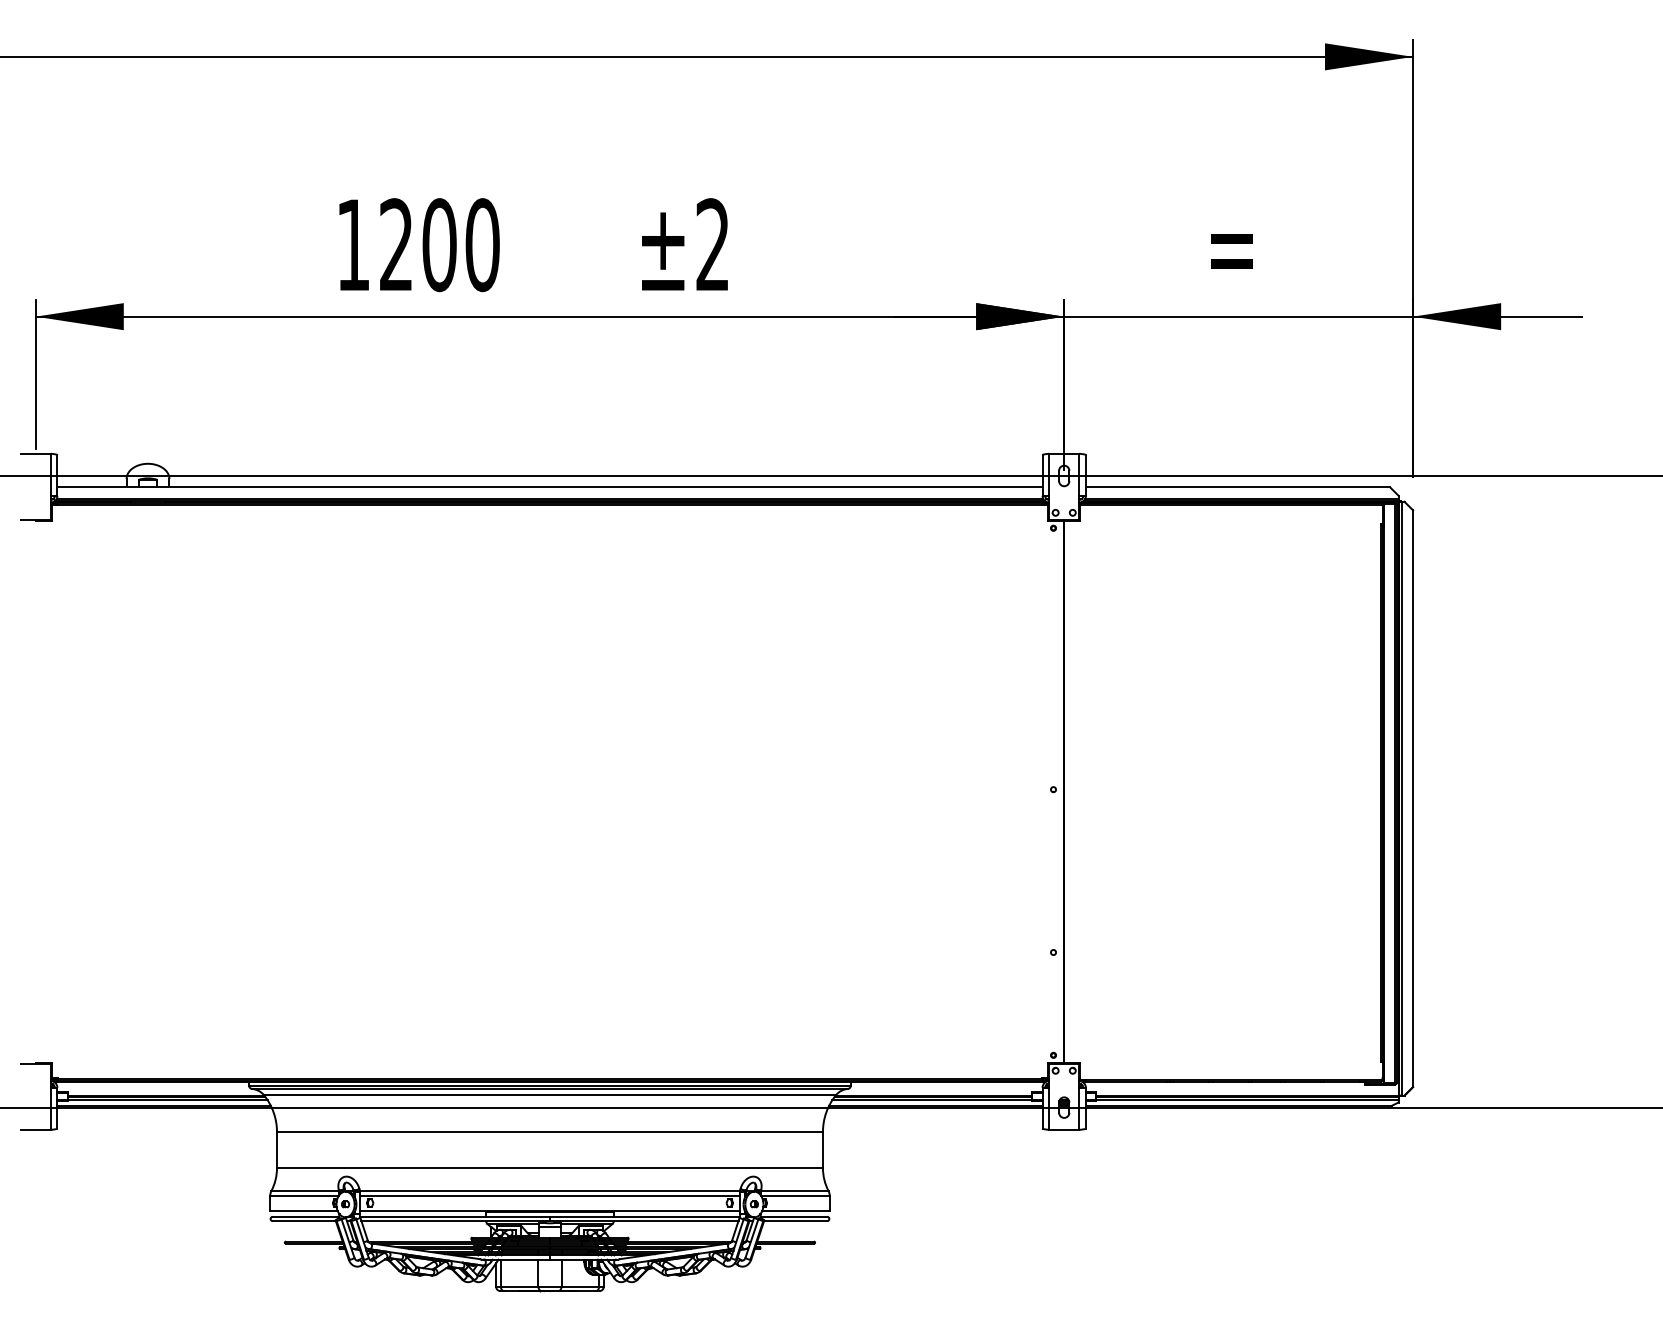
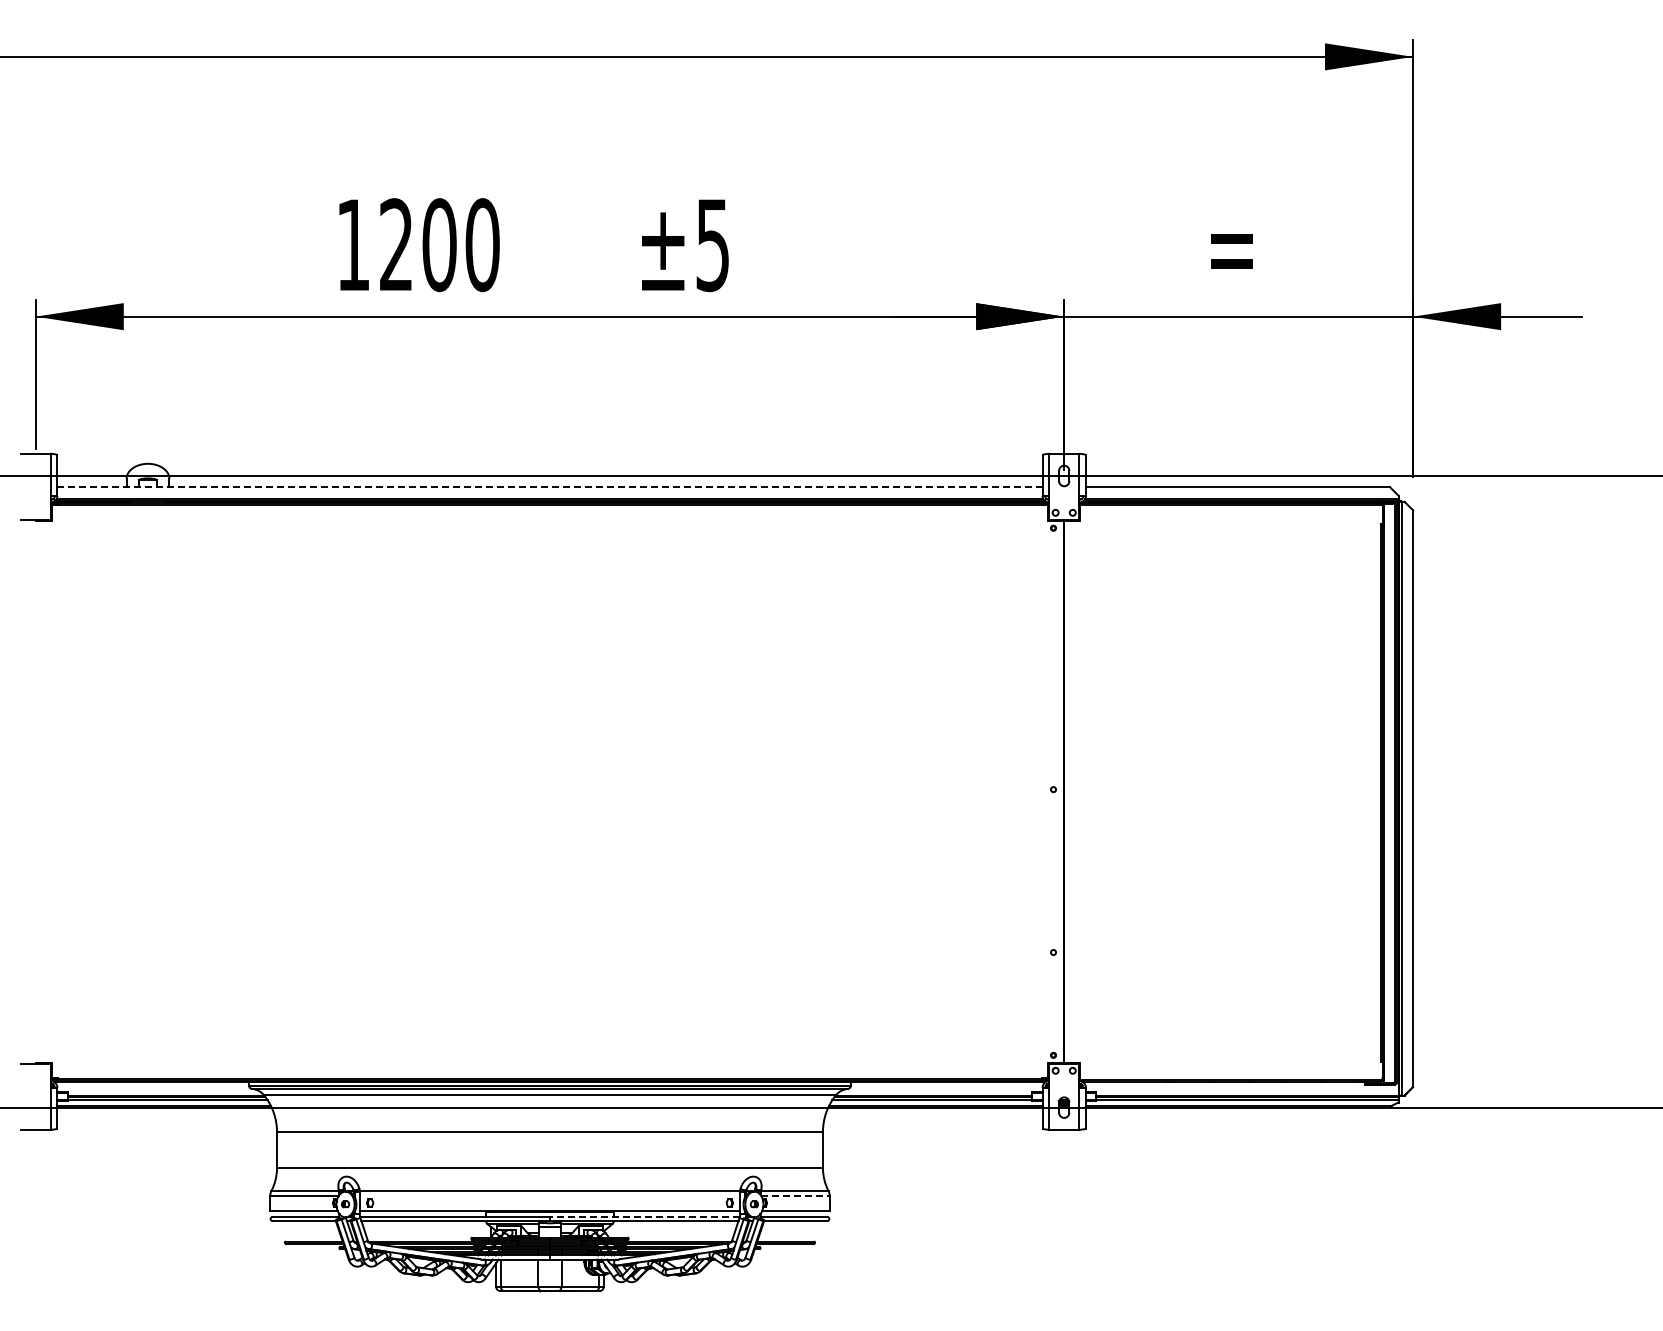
text at (712, 245): ±2 -> ±5
line at (549, 487): solid -> dashed
line at (549, 1196): present -> none
line at (796, 1196): solid -> dashed
line at (644, 1216): solid -> dashed
